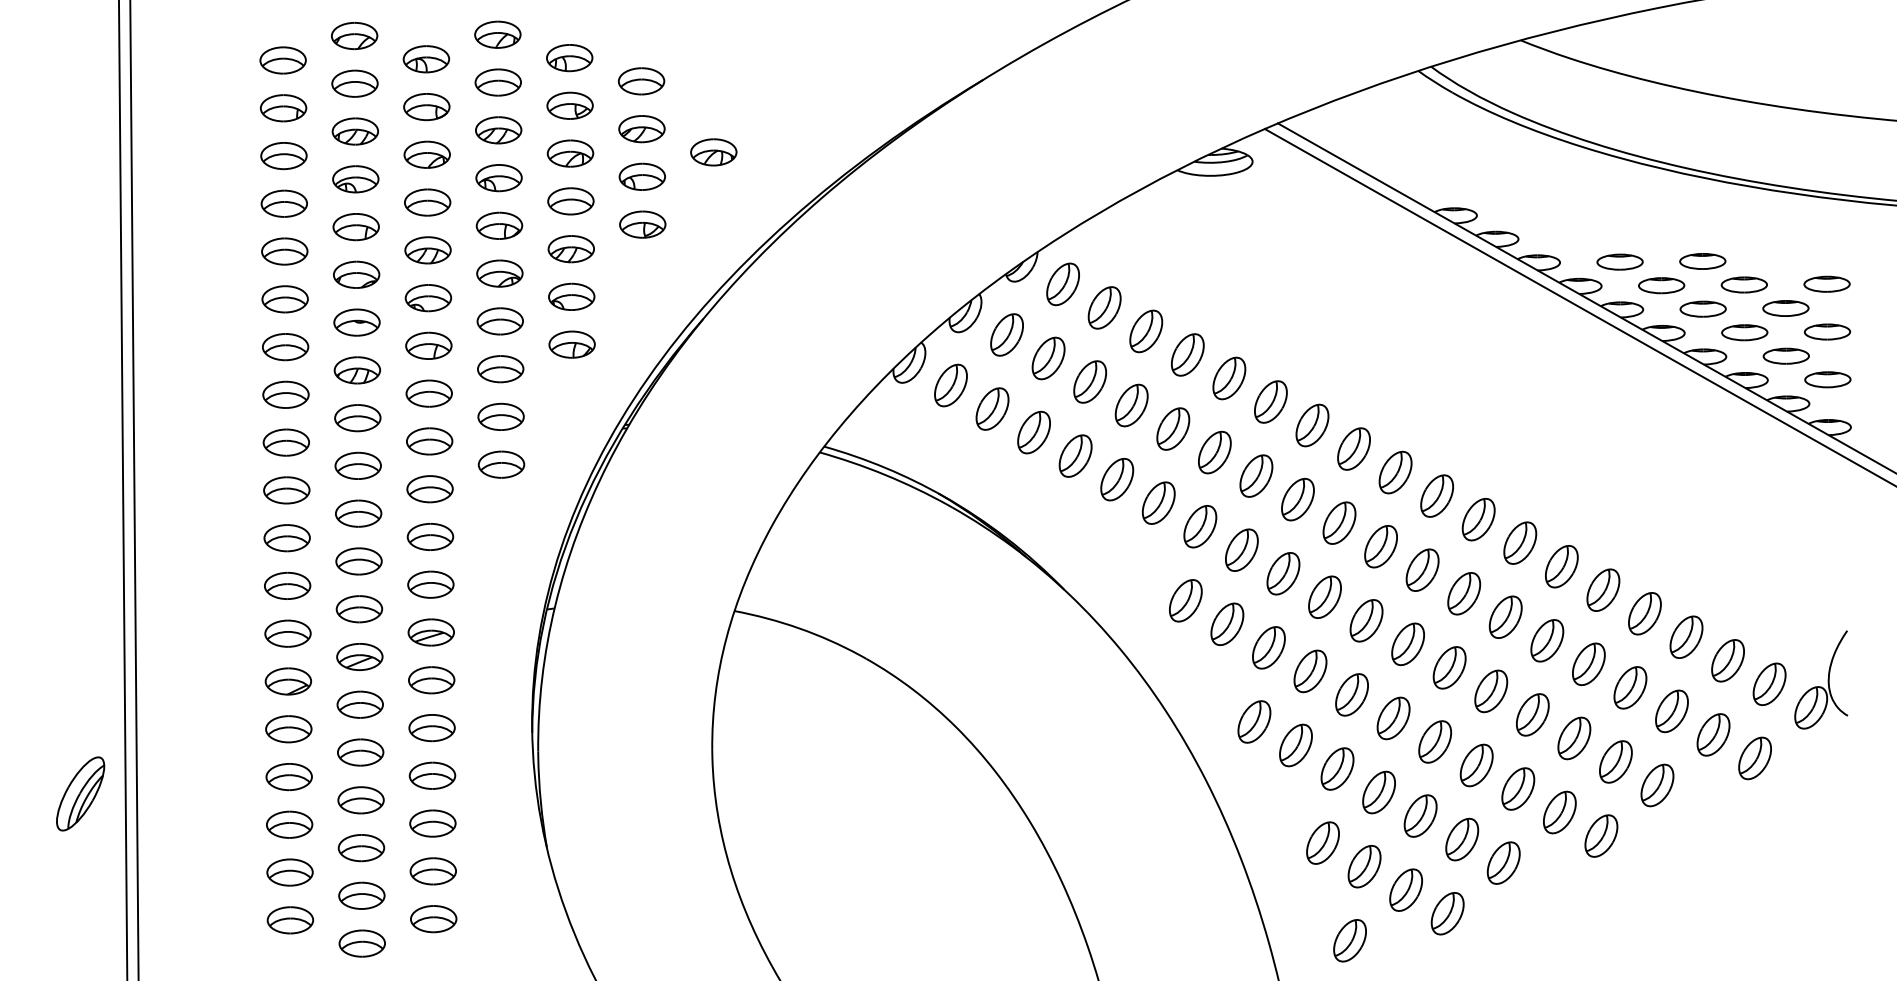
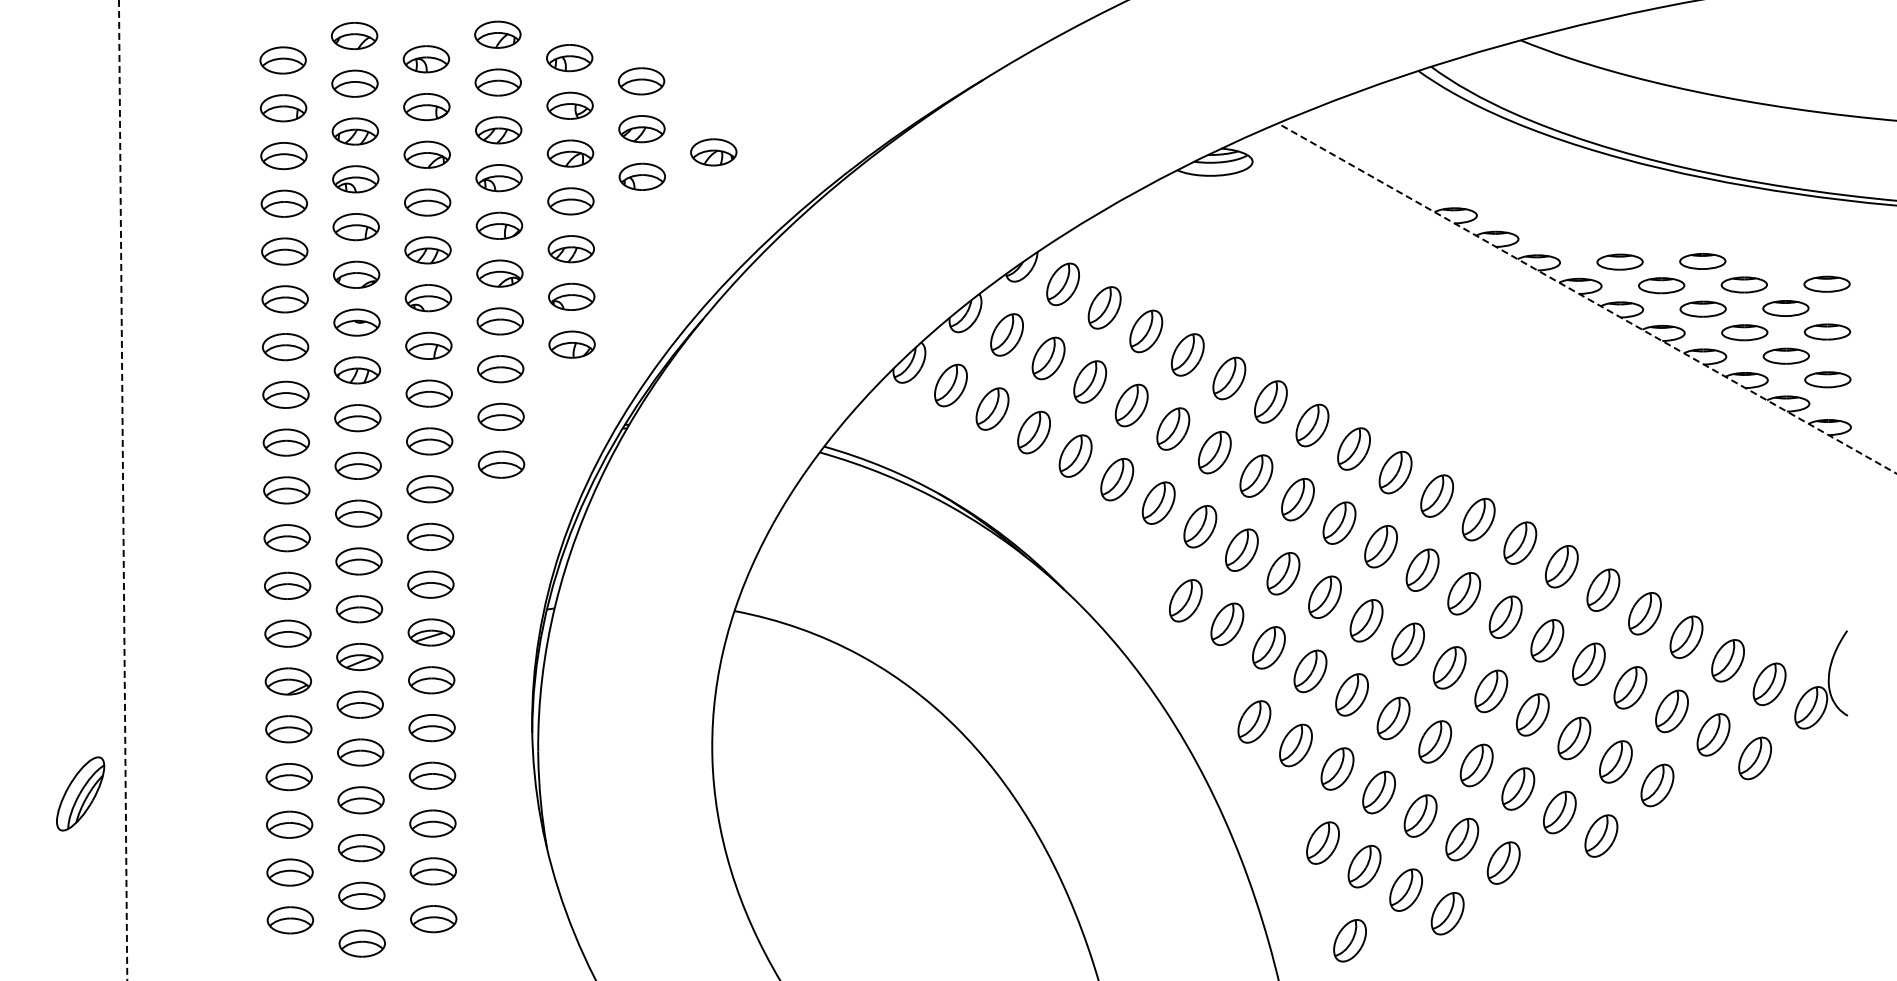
part at (642, 224): present -> none
line at (1586, 298): solid -> dashed
line at (1578, 306): present -> none
line at (134, 489): present -> none
line at (123, 490): solid -> dashed
